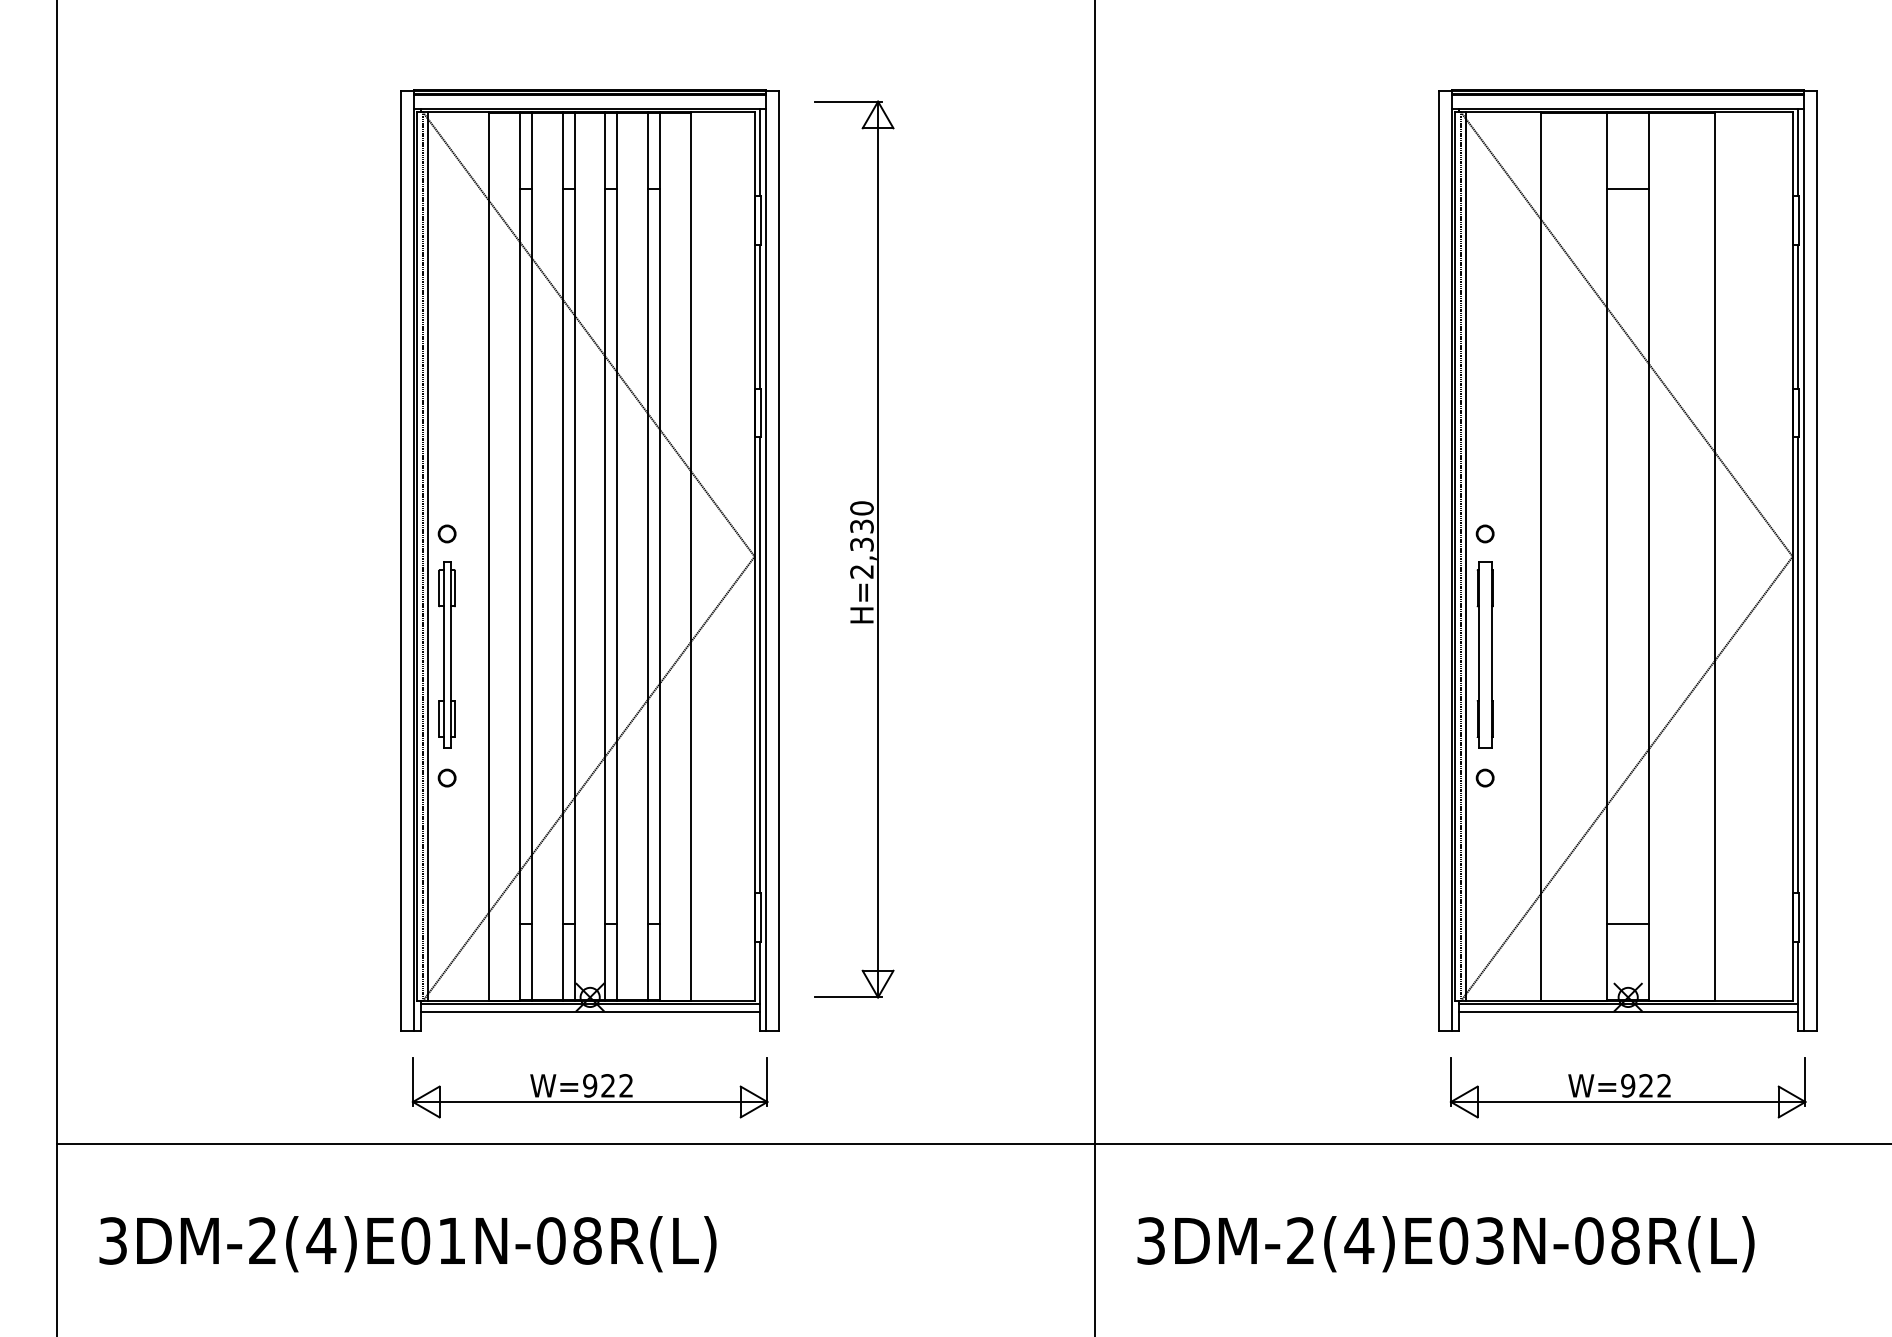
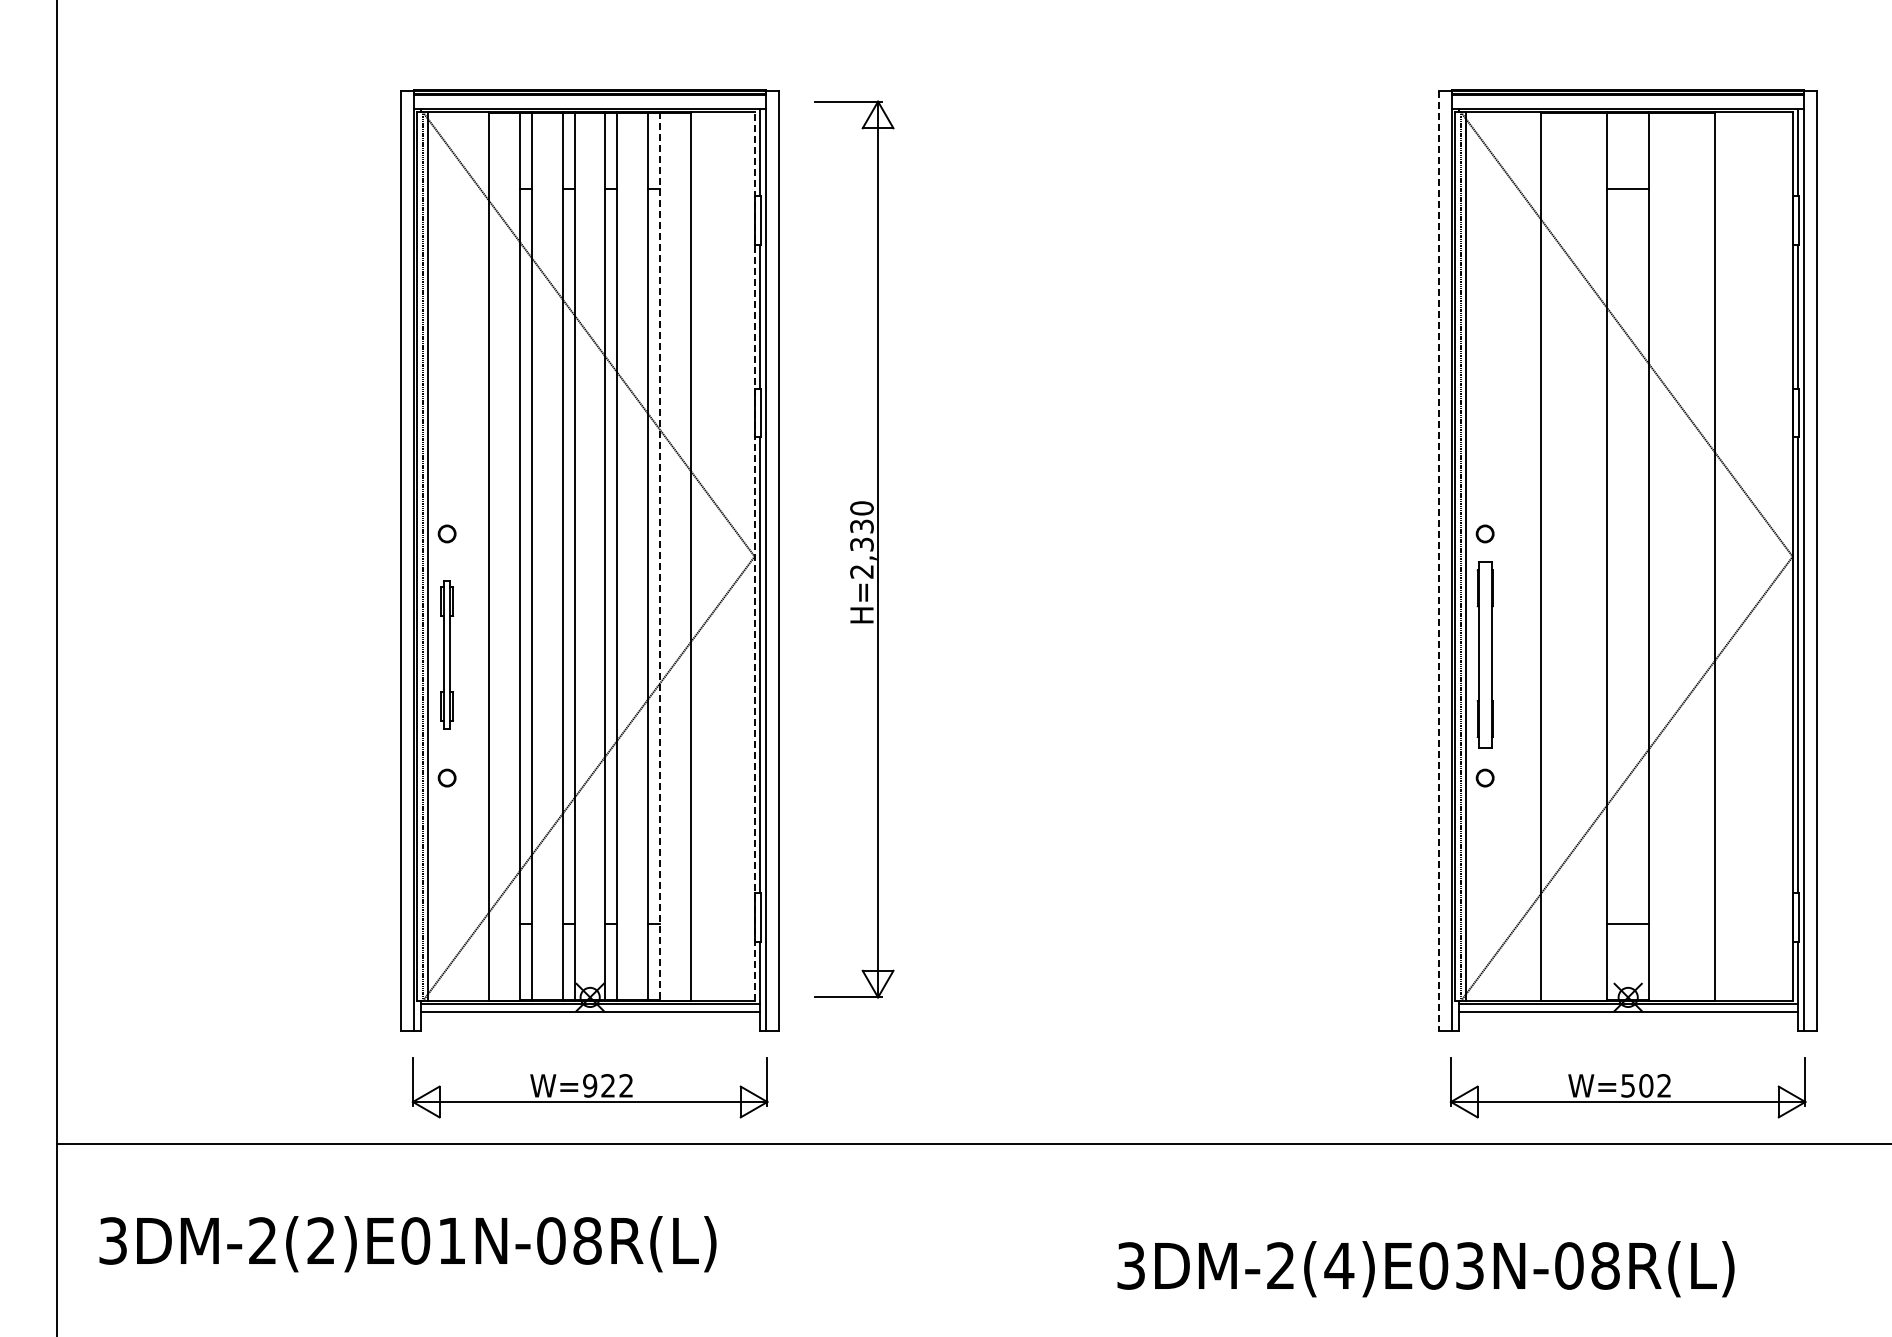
line at (754, 556): solid -> dashed
line at (660, 557): solid -> dashed
line at (1439, 560): solid -> dashed
part at (446, 654) size: 18x188 px -> 14x150 px
line at (1094, 667): present -> none
text at (1637, 1085): W=922 -> W=502
text at (321, 1240): 3DM-2(4)E01N-08R(L) -> 3DM-2(2)E01N-08R(L)
text at (1445, 1244) position: (1445, 1244) -> (1425, 1269)
